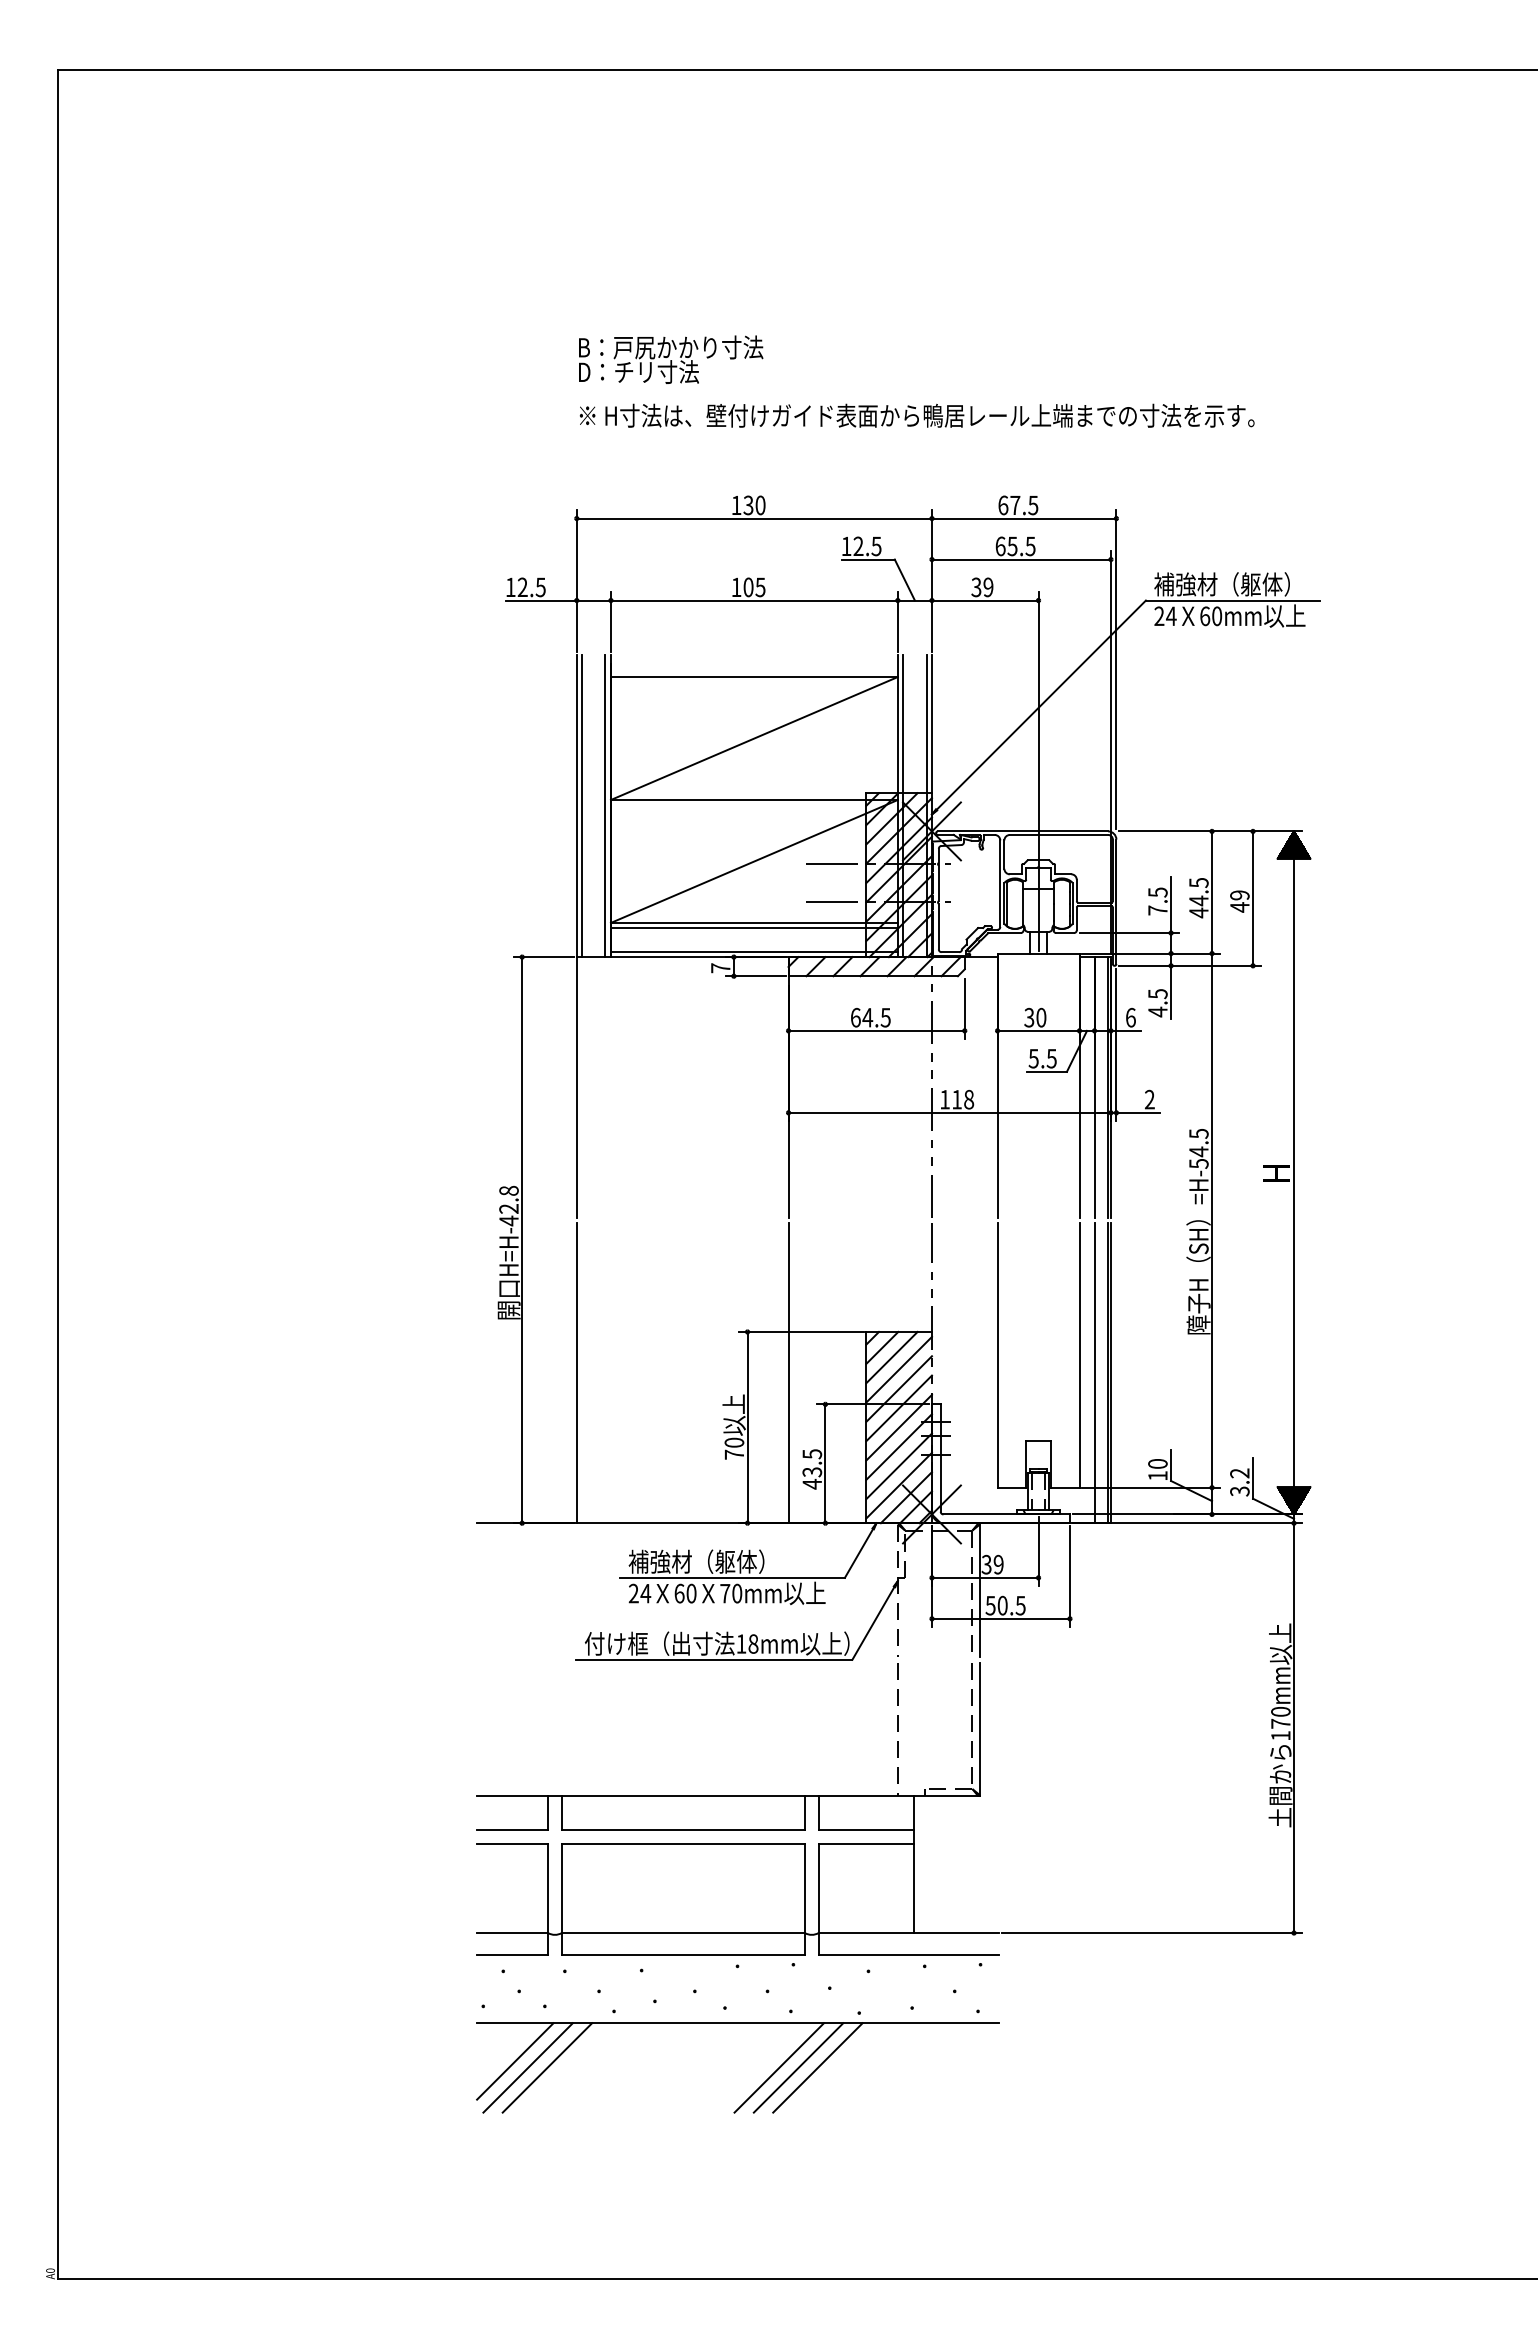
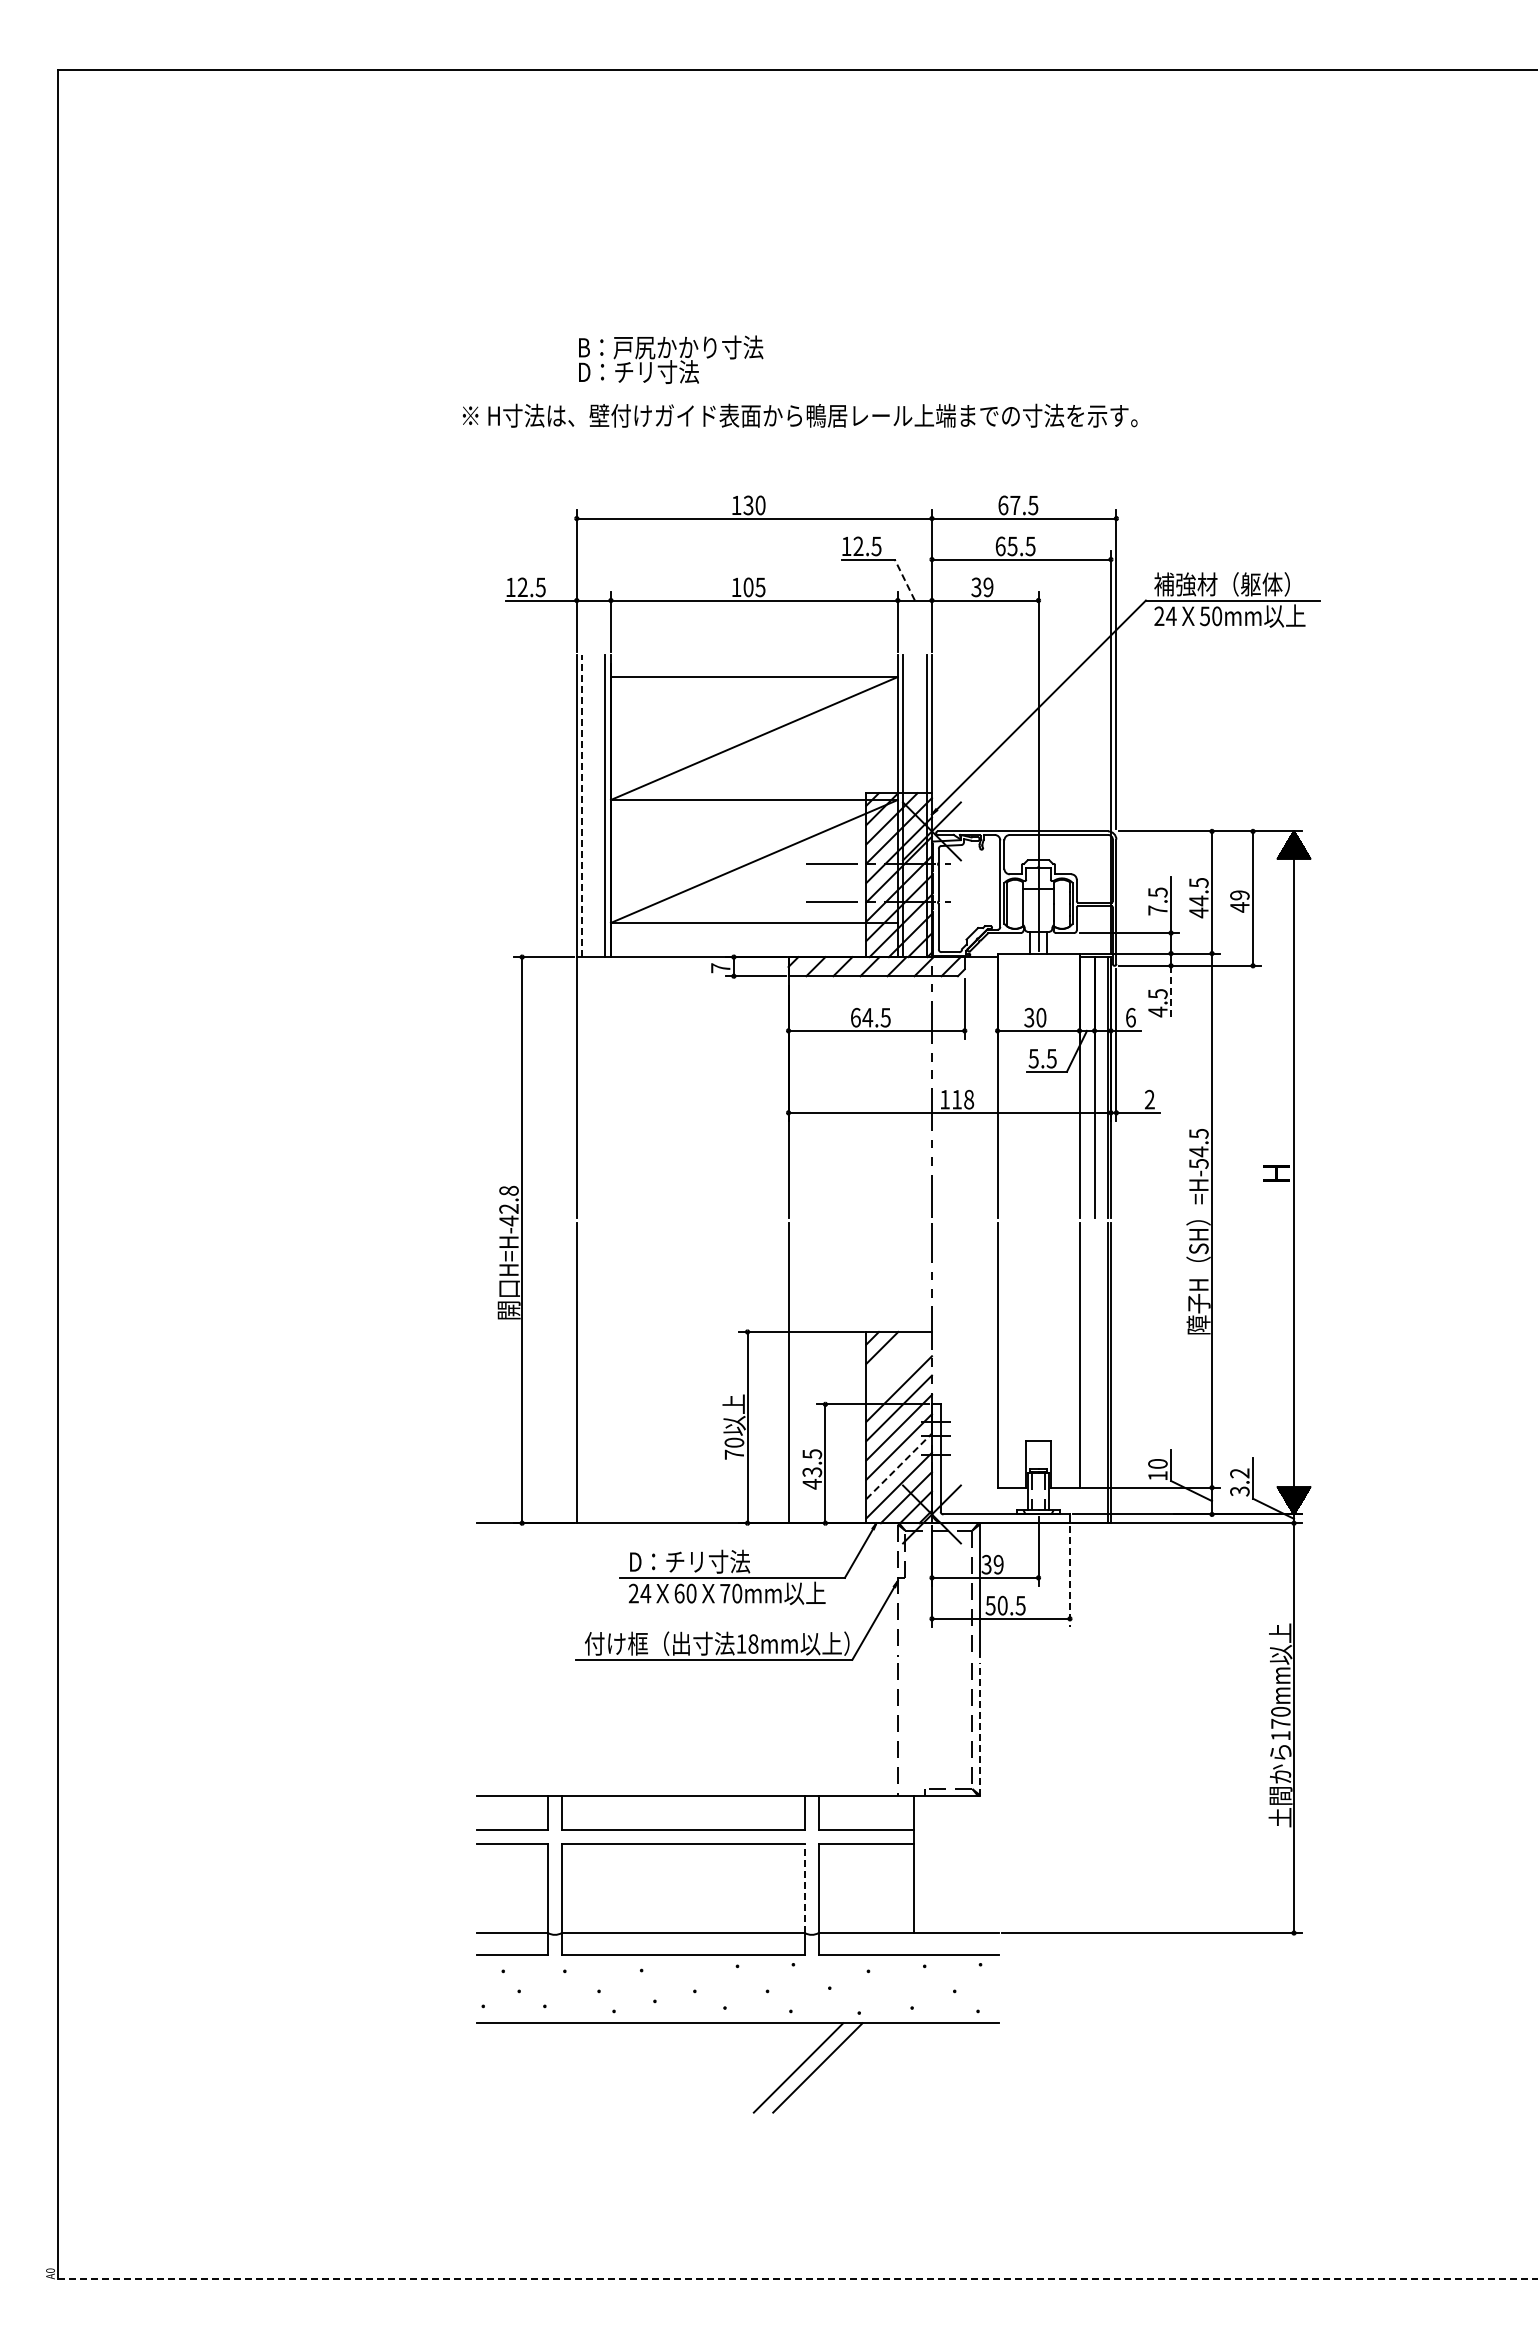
text at (916, 415) position: (916, 415) -> (799, 415)
line at (904, 580): solid -> dashed
text at (1205, 616): 60mm -> 50mm
line at (582, 806): solid -> dashed
line at (753, 928): present -> none
line at (753, 951): present -> none
line at (1171, 992): solid -> dashed
line at (891, 1357): present -> none
line at (898, 1369): present -> none
line at (1094, 1373): present -> none
line at (899, 1465): solid -> dashed
text at (696, 1561): 補強材（躯体） -> D：チリ寸法
line at (1069, 1576): solid -> dashed
line at (979, 1729): solid -> dashed
line at (804, 1888): solid -> dashed
line at (515, 2061): present -> none
line at (527, 2067): present -> none
line at (547, 2067): present -> none
line at (778, 2067): present -> none
line at (797, 2279): solid -> dashed
